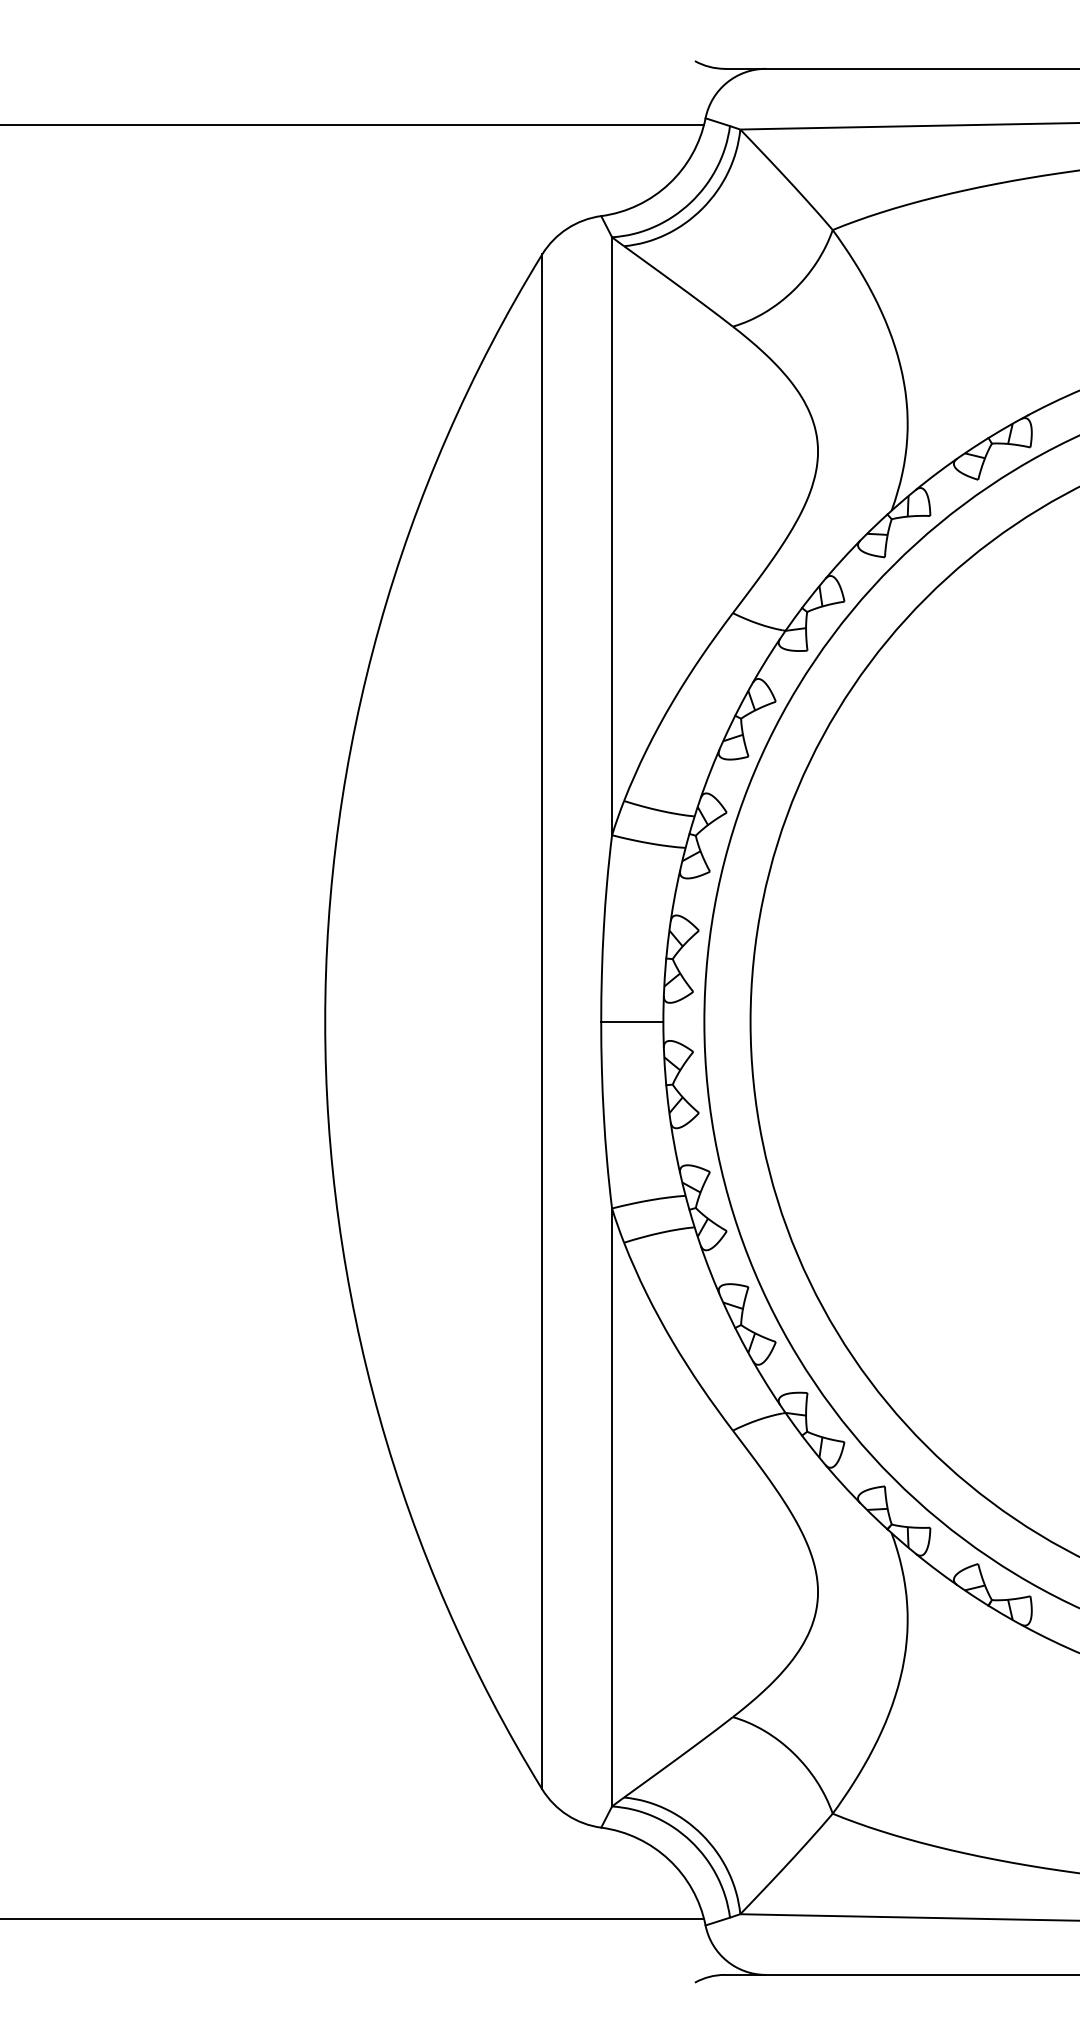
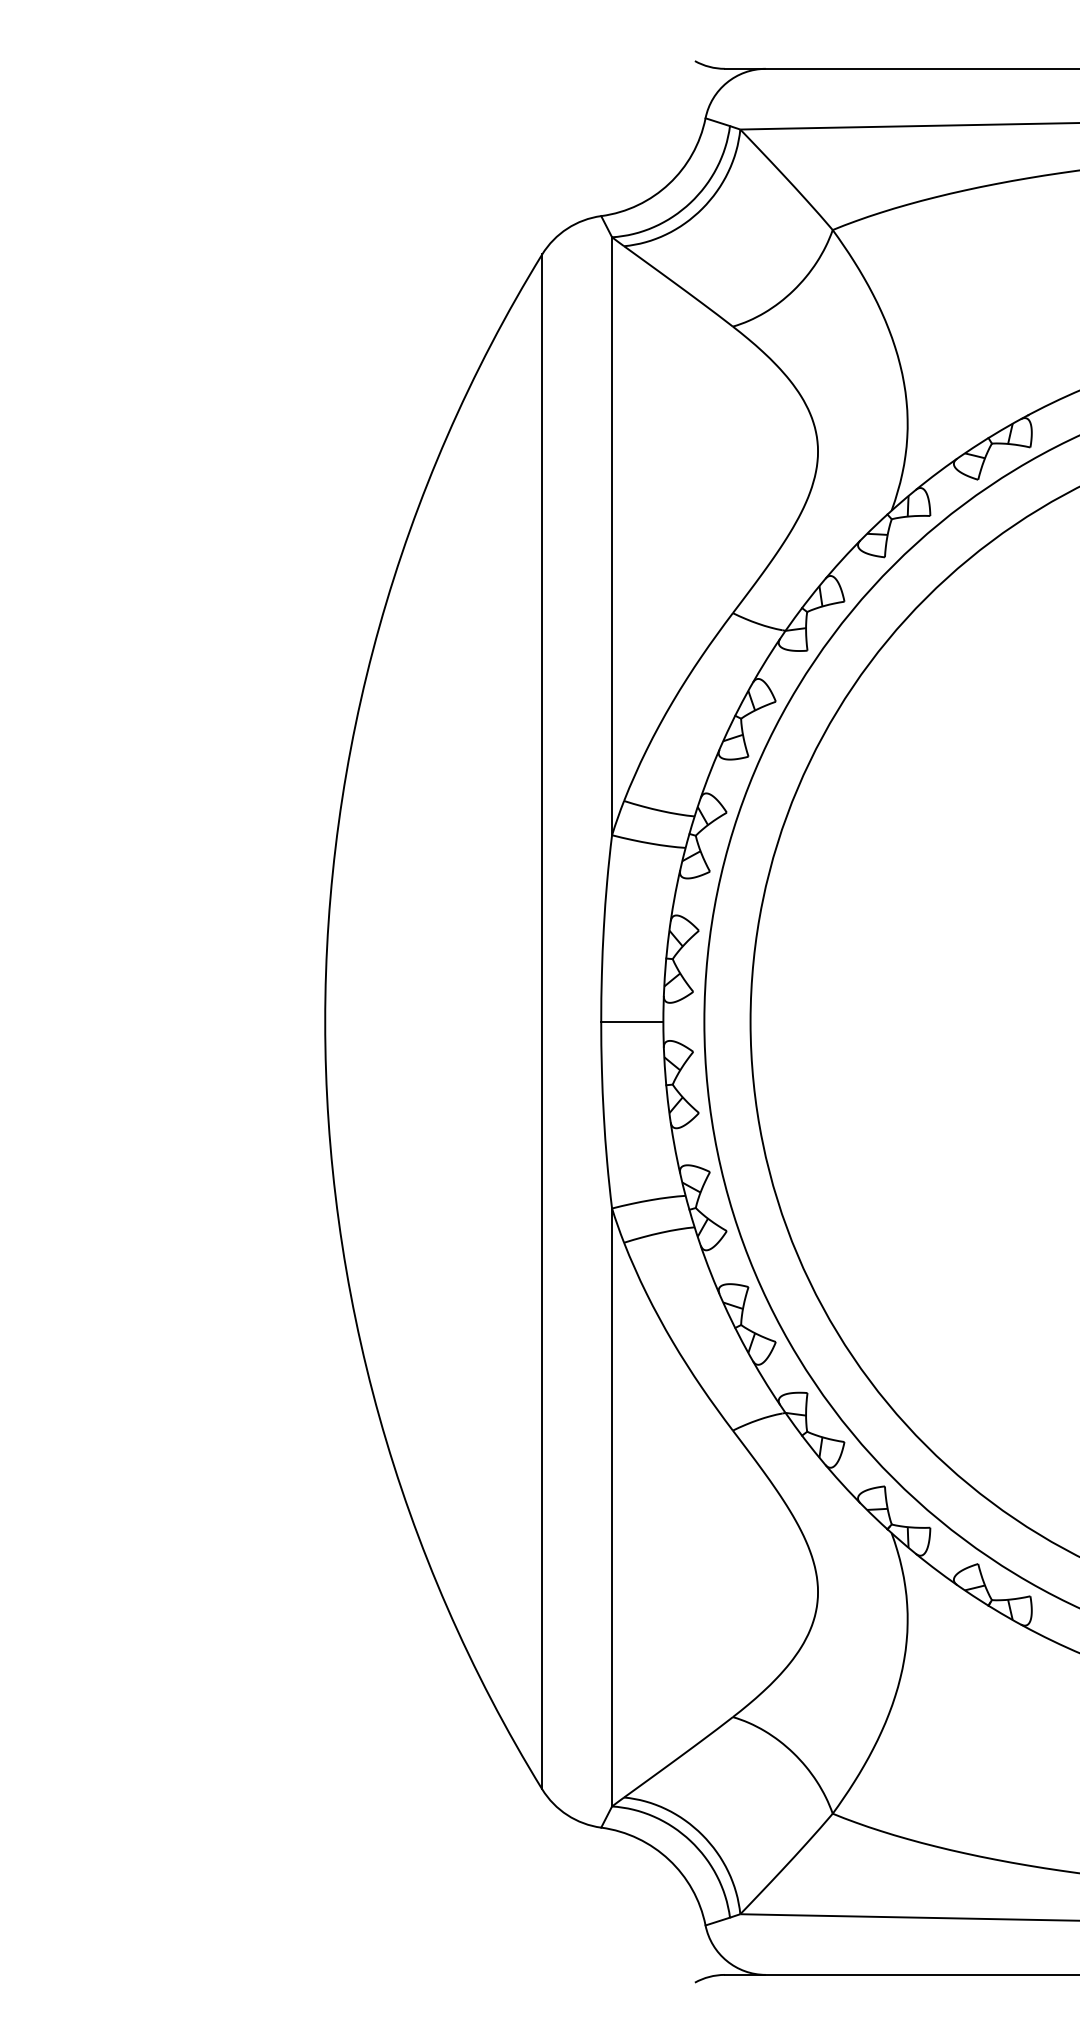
line at (352, 125): present -> none
line at (352, 1918): present -> none
